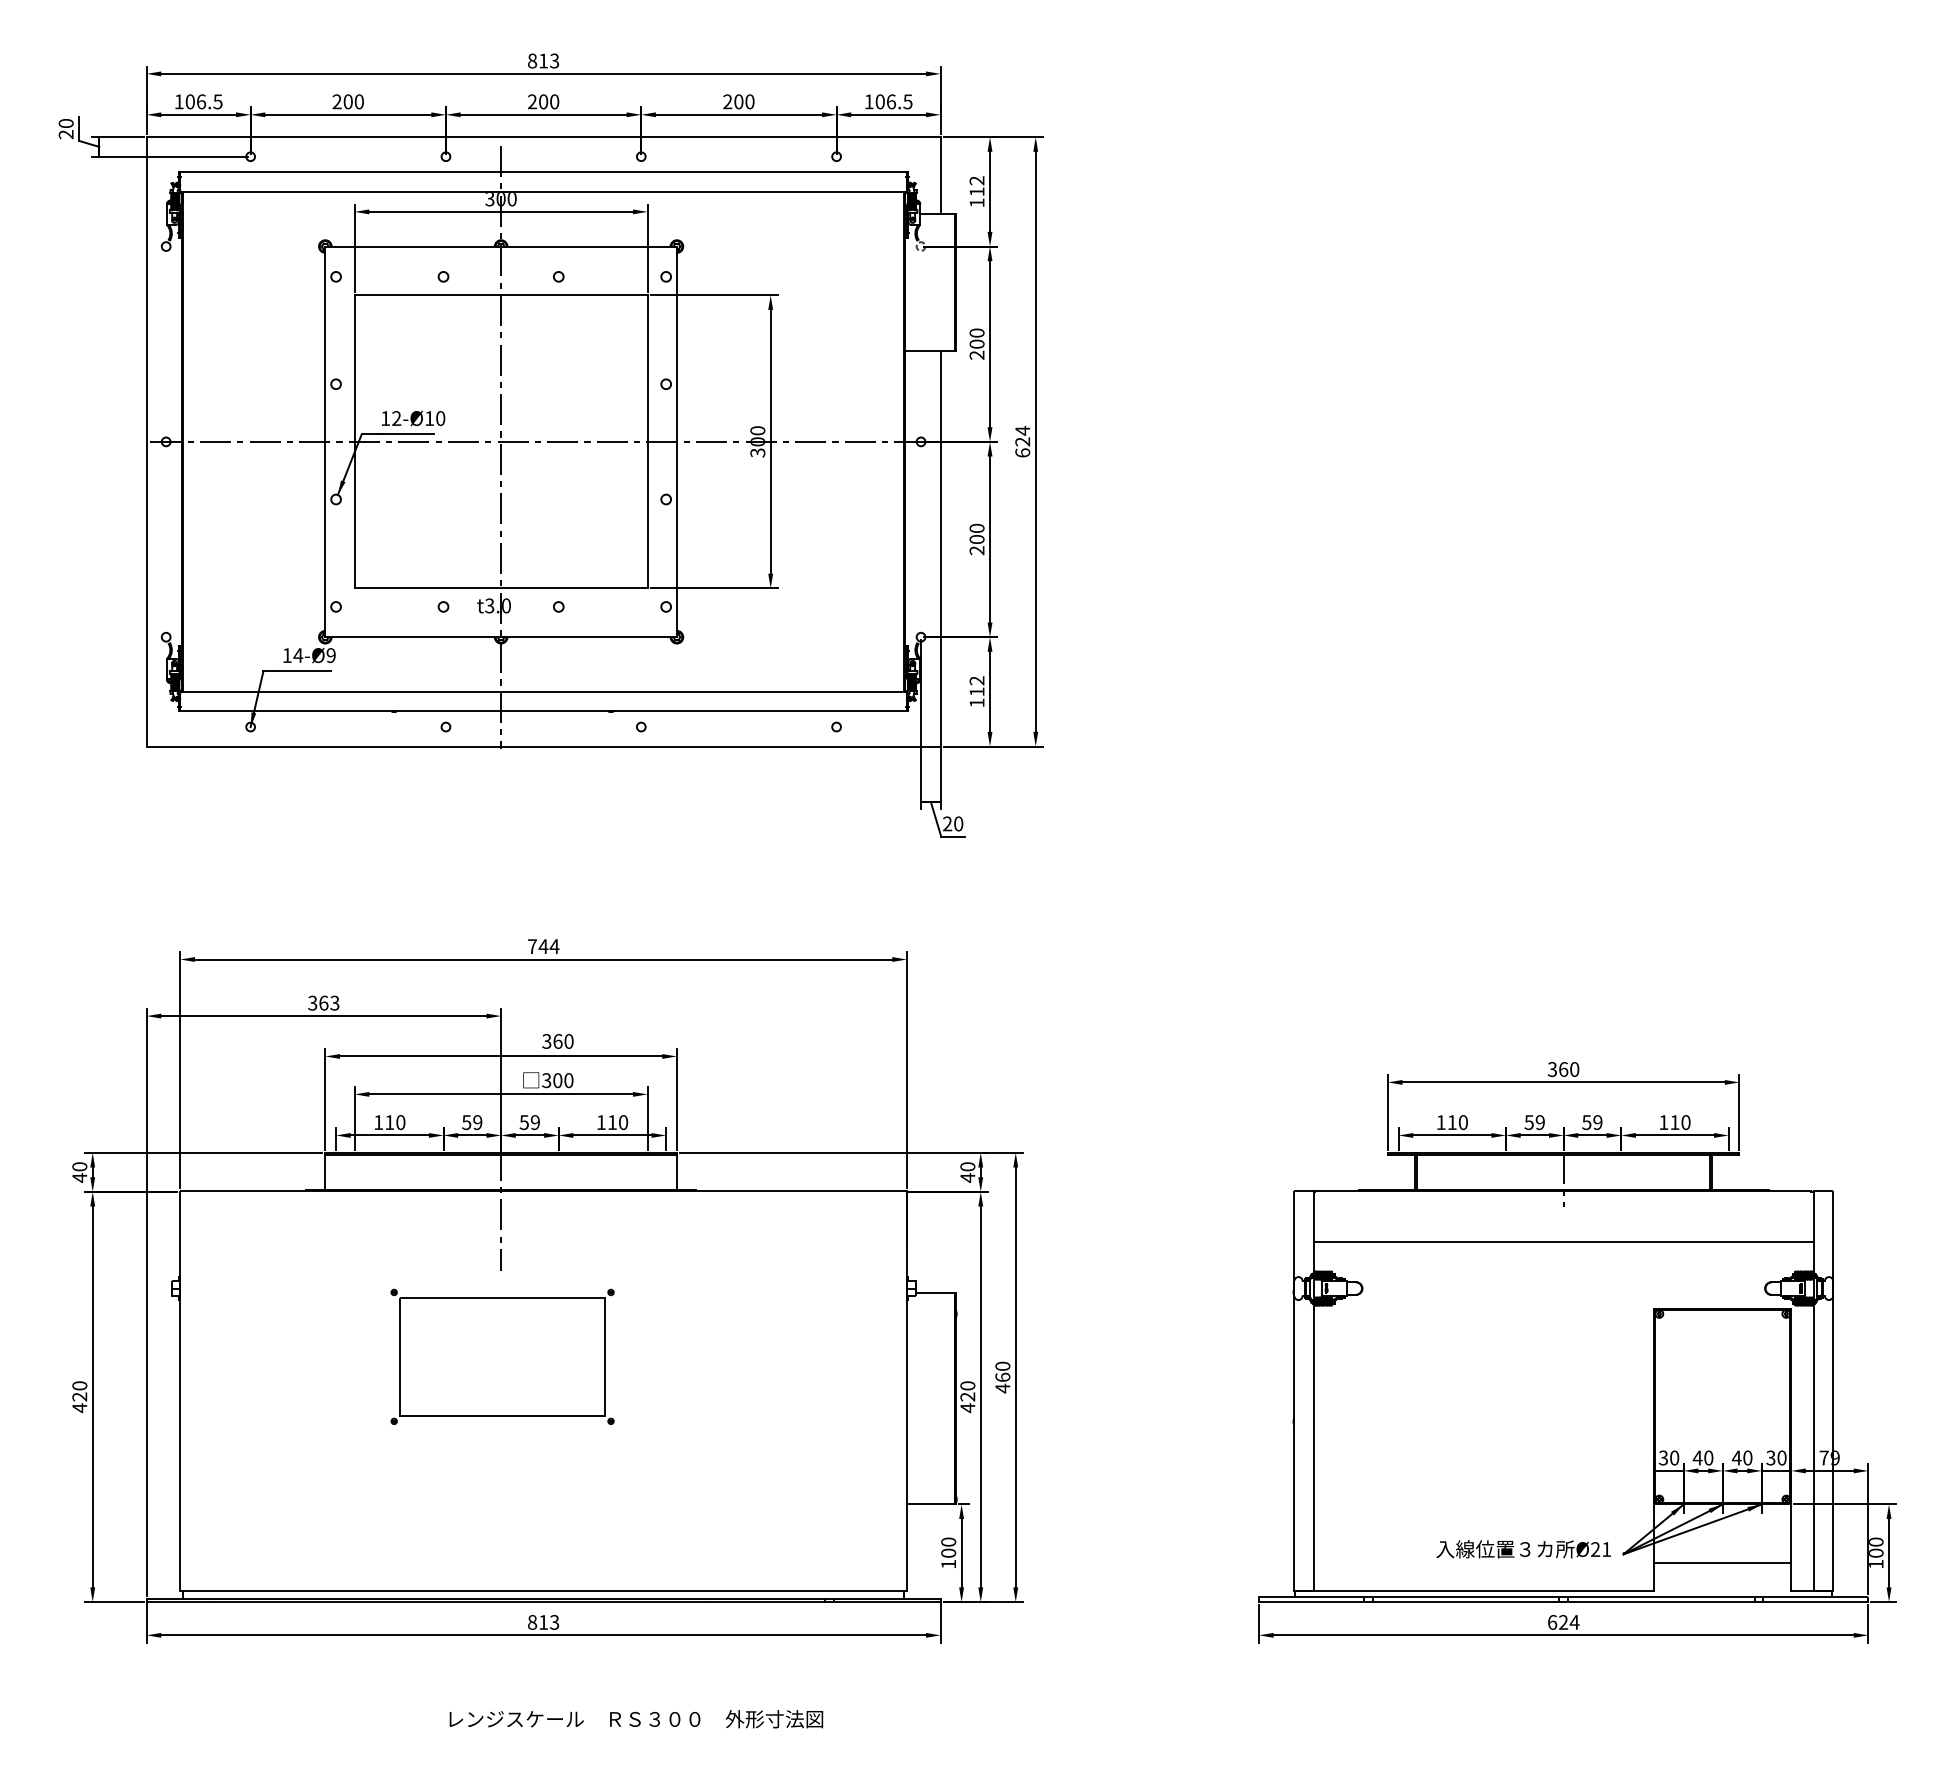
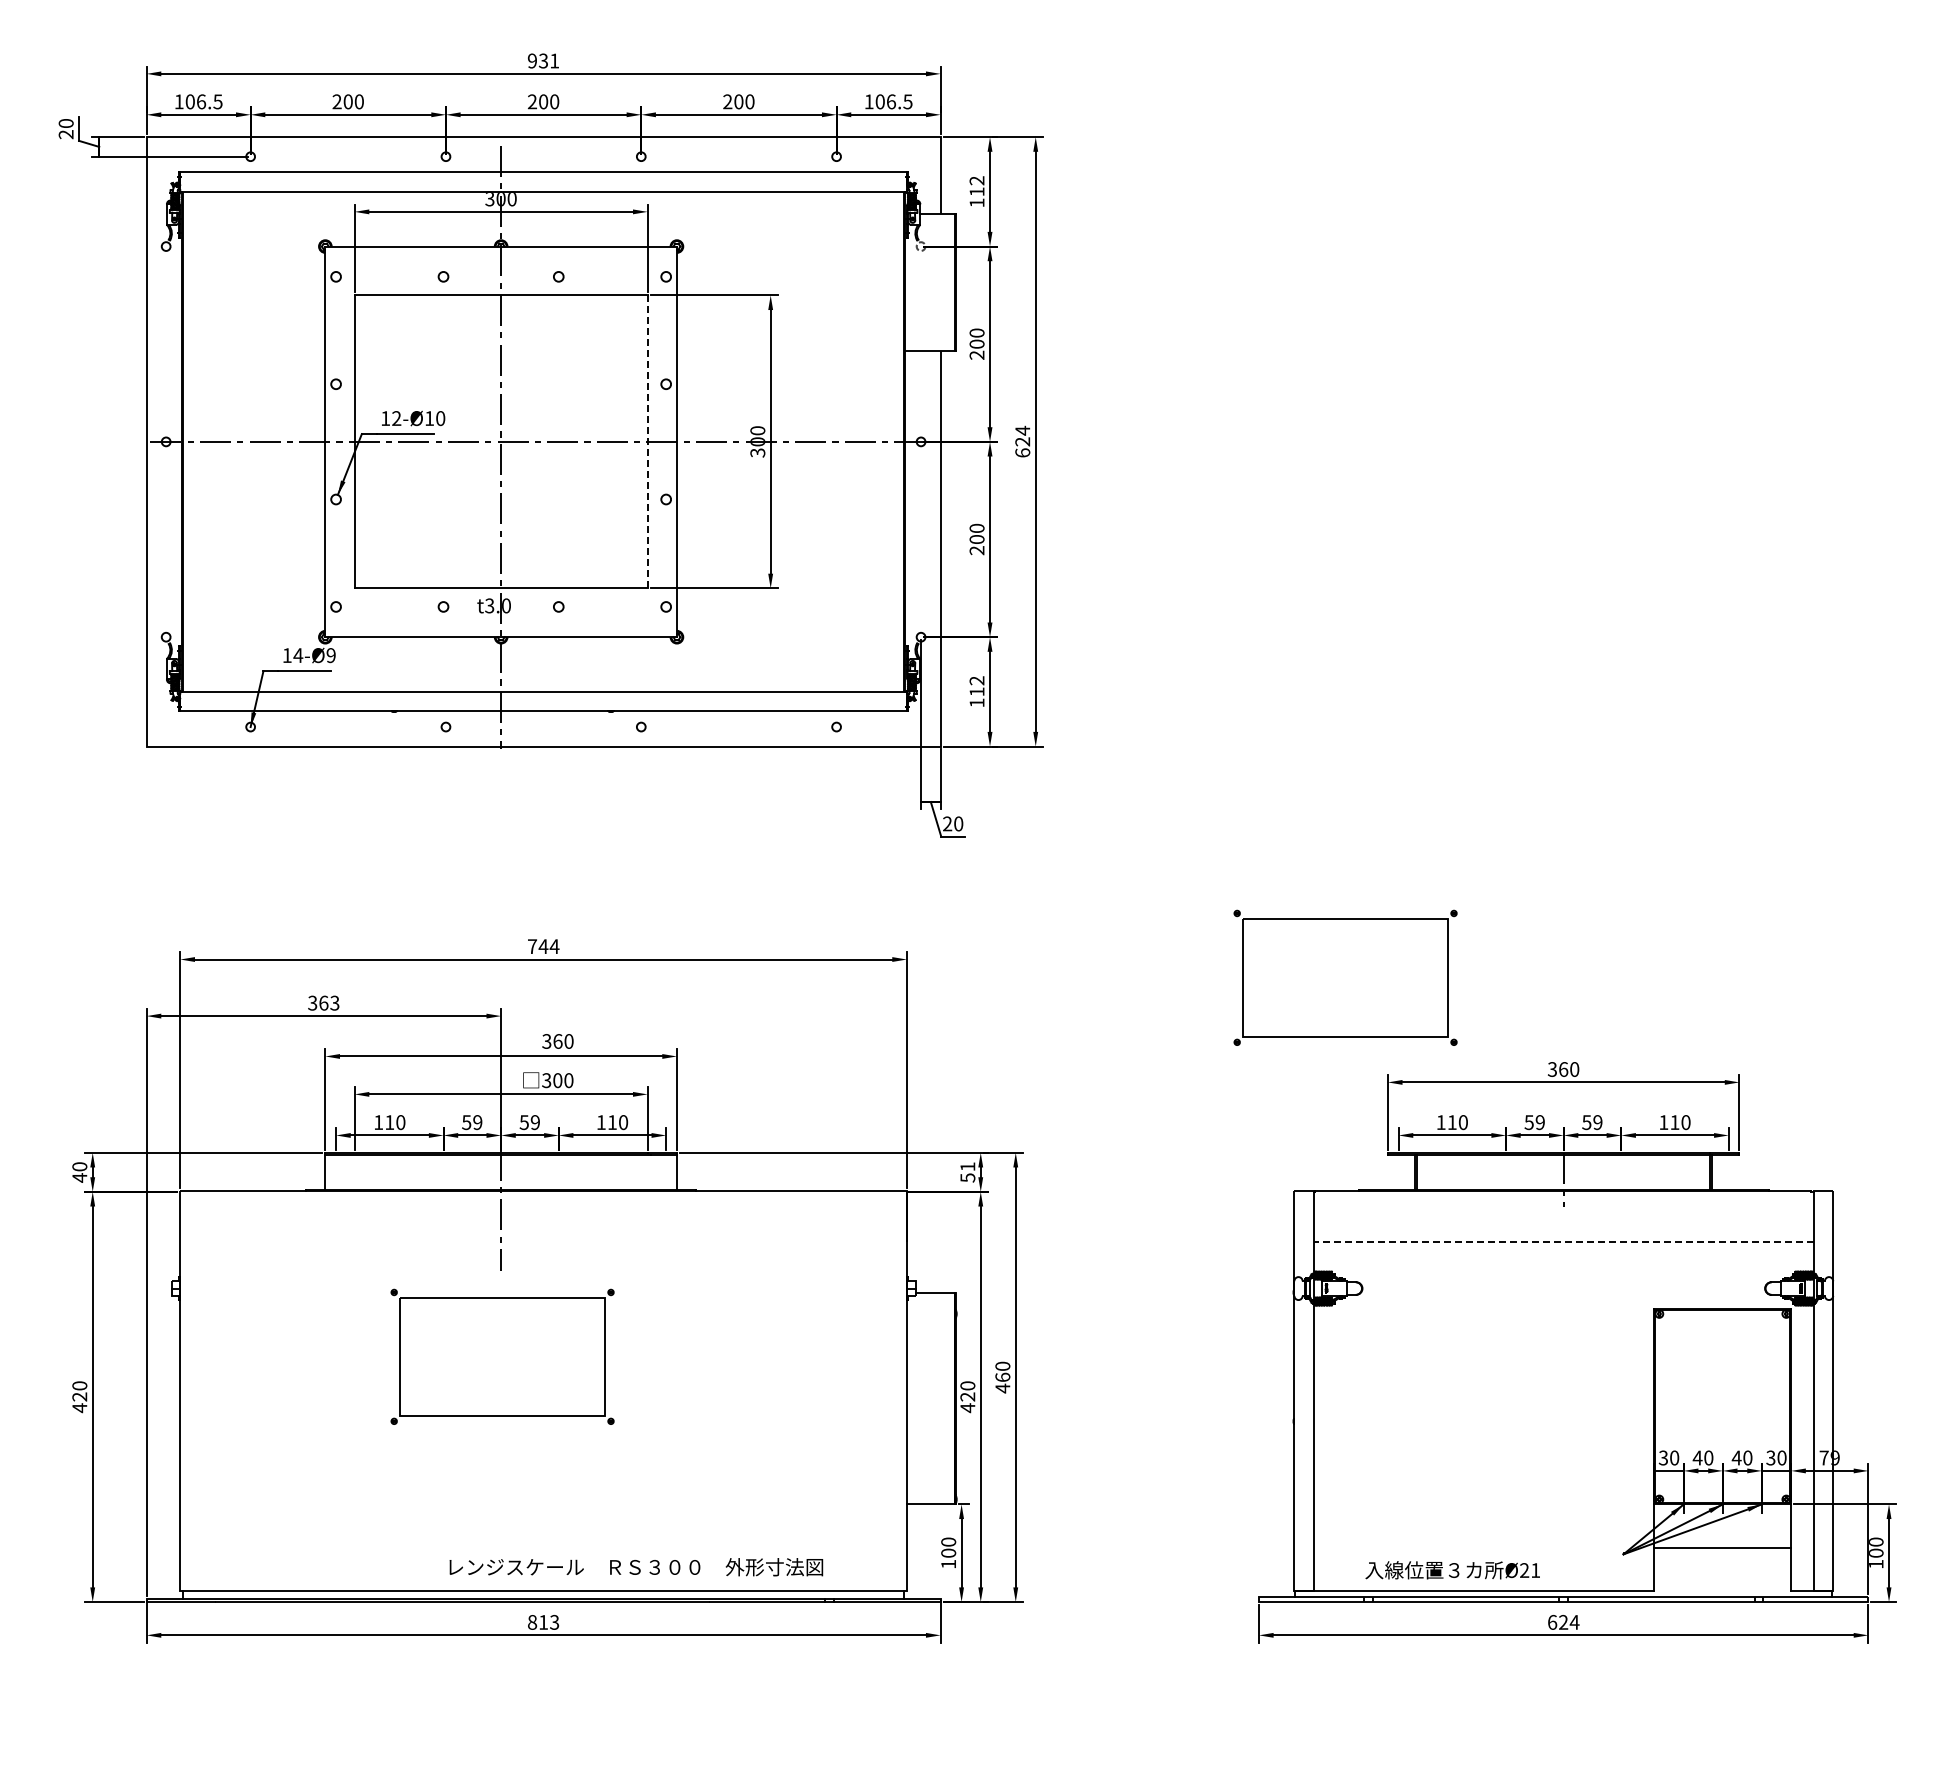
text at (543, 60): 813 -> 931
line at (647, 442): solid -> dashed
part at (1345, 977): none -> present
text at (967, 1172): 40 -> 51
line at (1563, 1241): solid -> dashed
text at (1523, 1549) position: (1523, 1549) -> (1452, 1570)
line at (1722, 1562) position: (1722, 1562) -> (1722, 1547)
text at (636, 1719) position: (636, 1719) -> (636, 1567)
